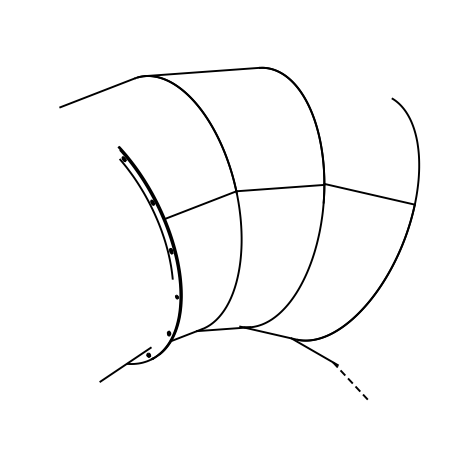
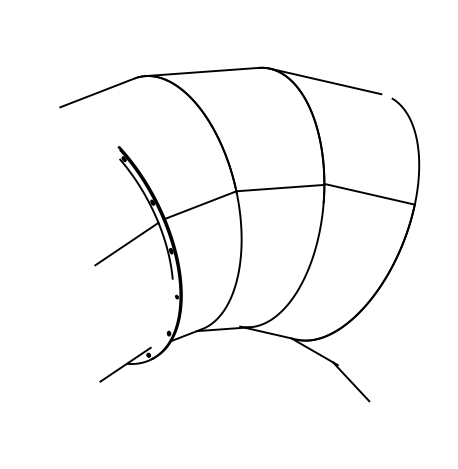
line at (325, 81): none -> present
line at (126, 243): none -> present
line at (351, 381): dashed -> solid
